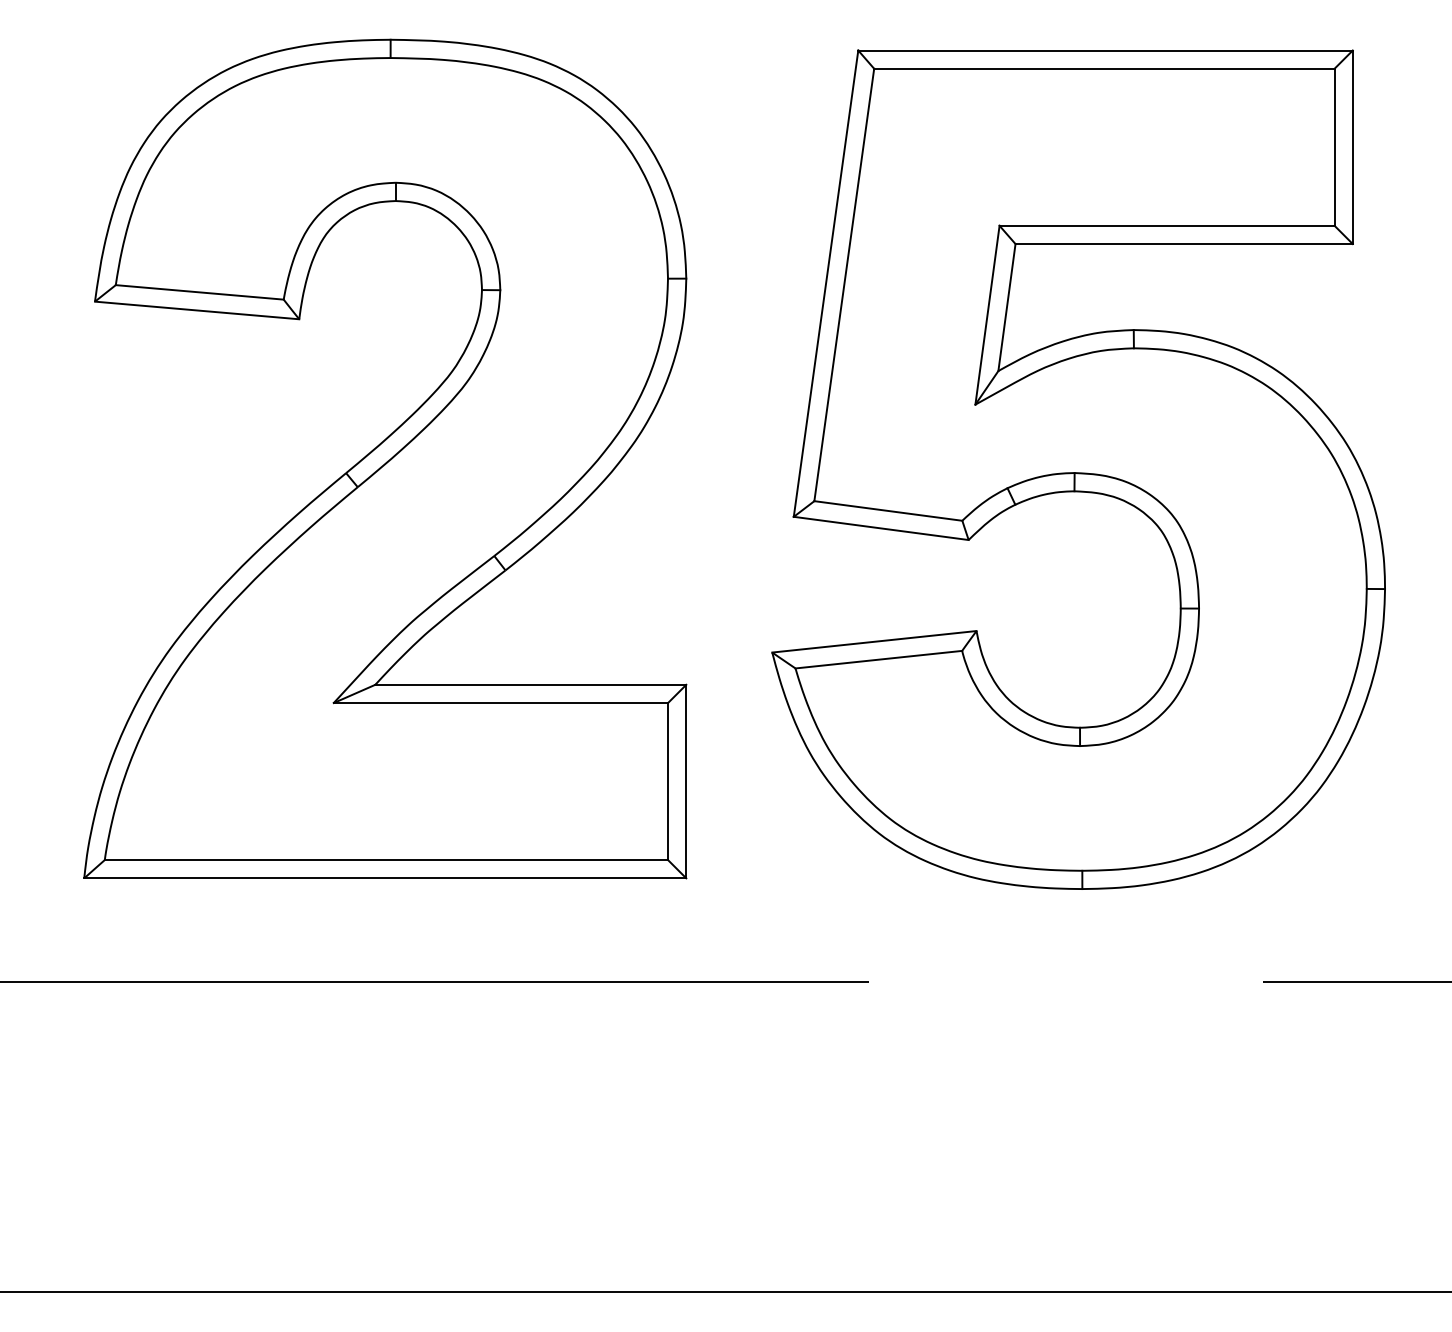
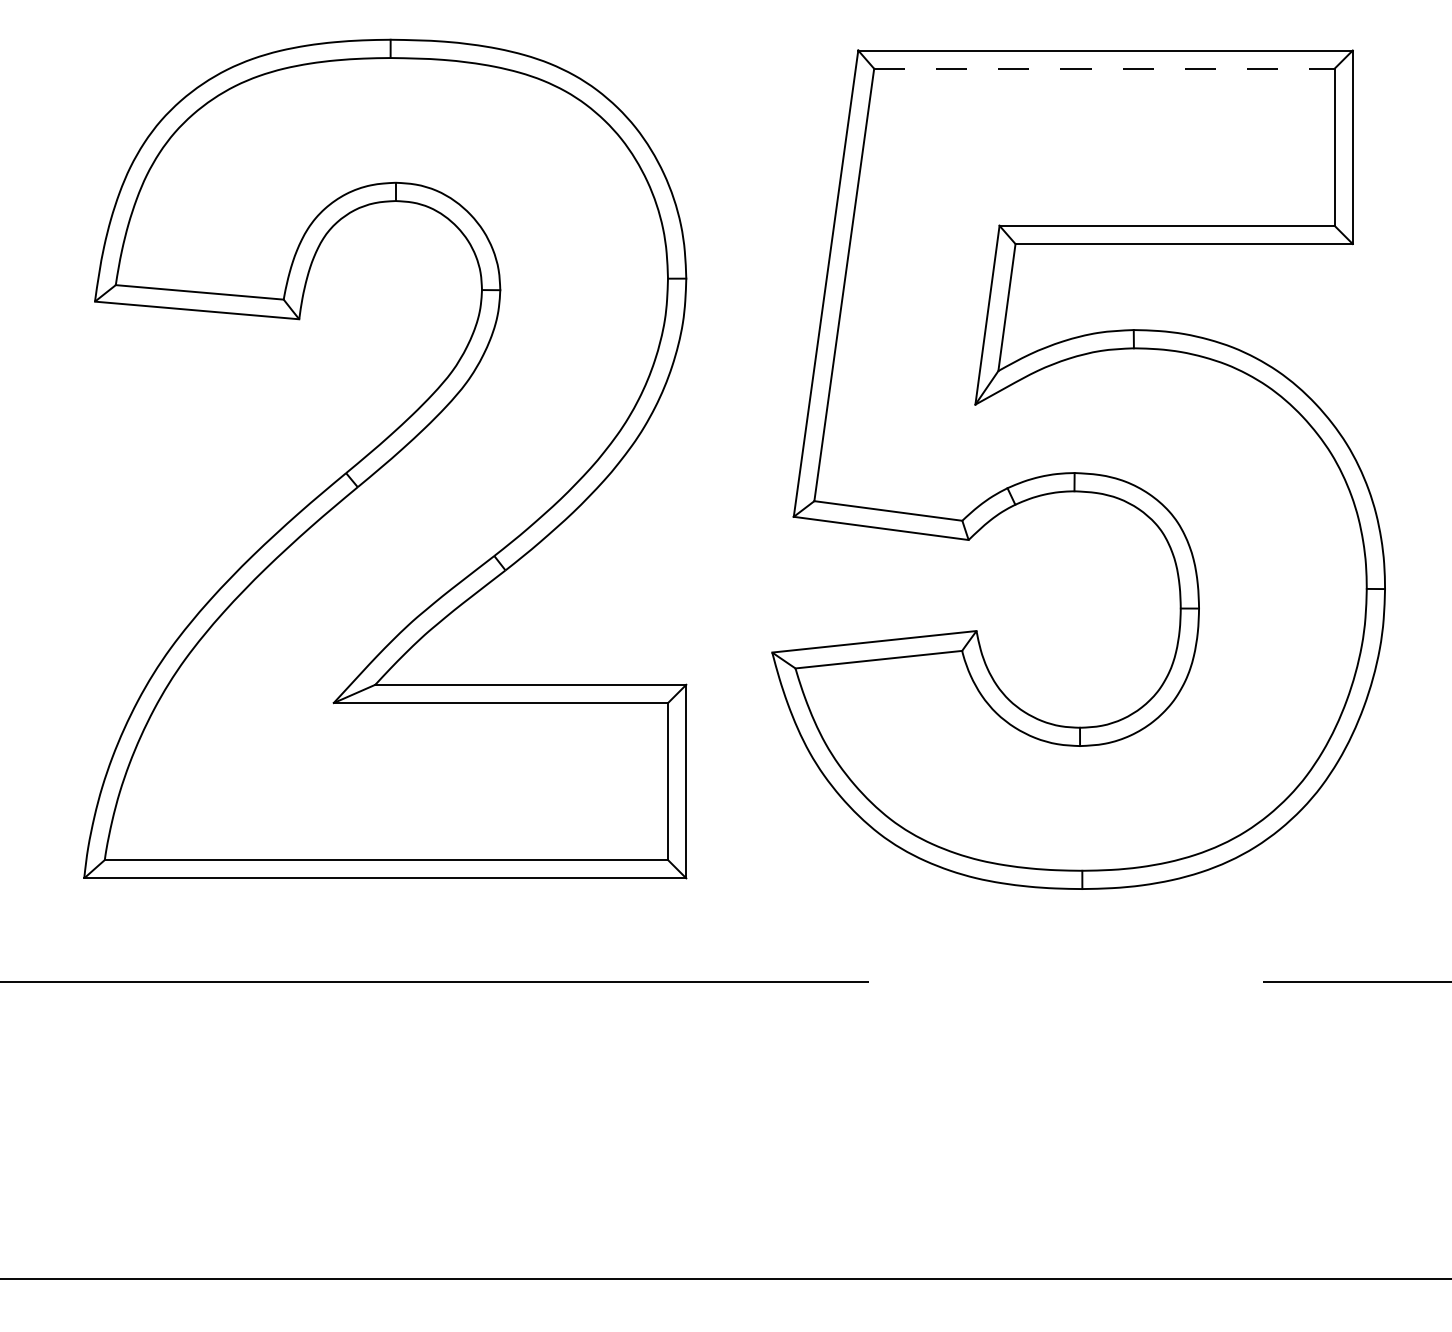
line at (1104, 68): solid -> dashed
line at (725, 1292) position: (725, 1292) -> (725, 1279)
